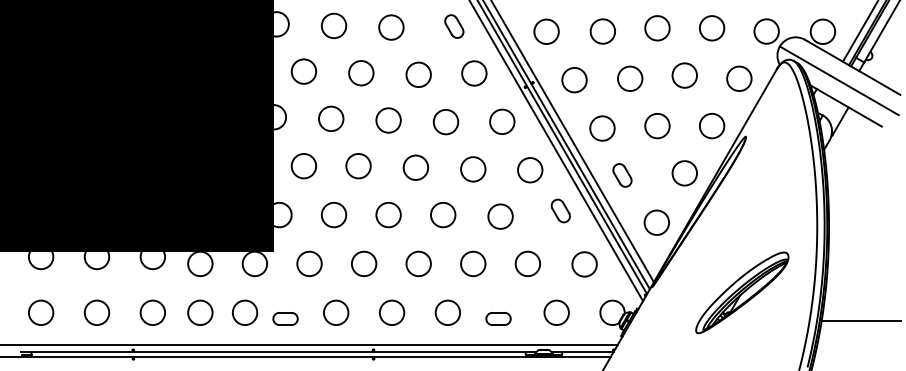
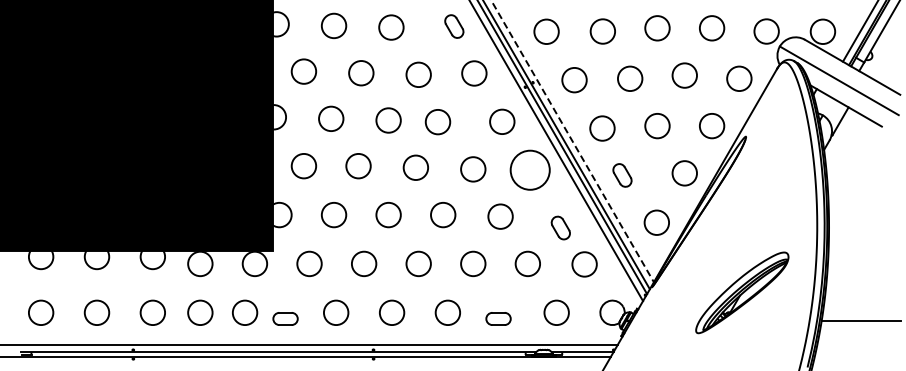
circle at (445, 122) position: (445, 122) -> (437, 122)
line at (572, 141): solid -> dashed
circle at (530, 170) diameter: 24 px -> 39 px
part at (560, 210) position: (560, 210) -> (560, 227)
